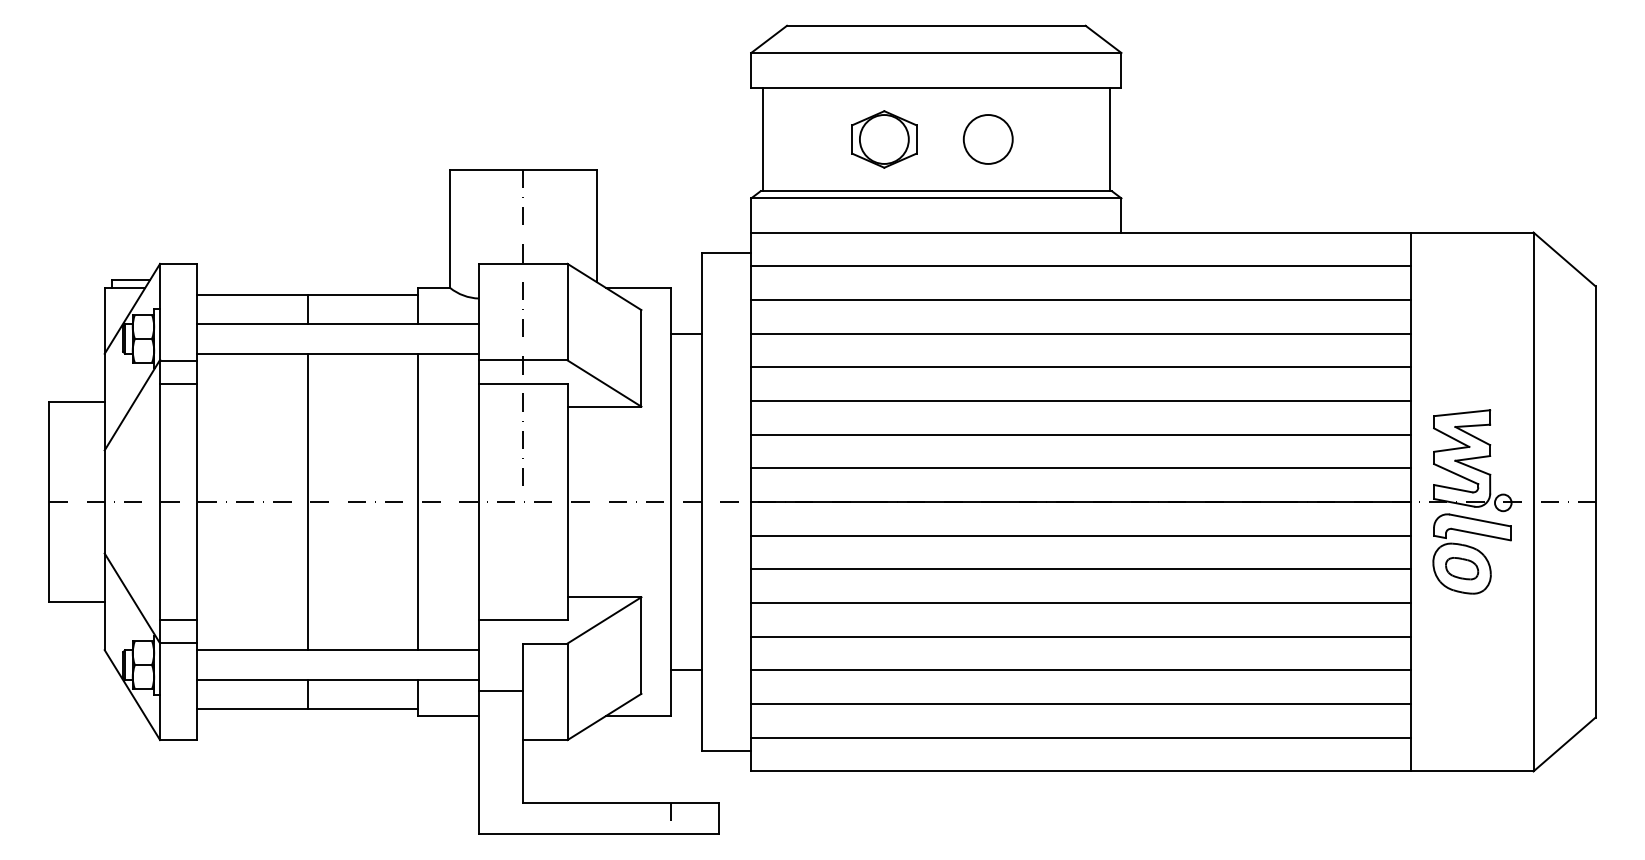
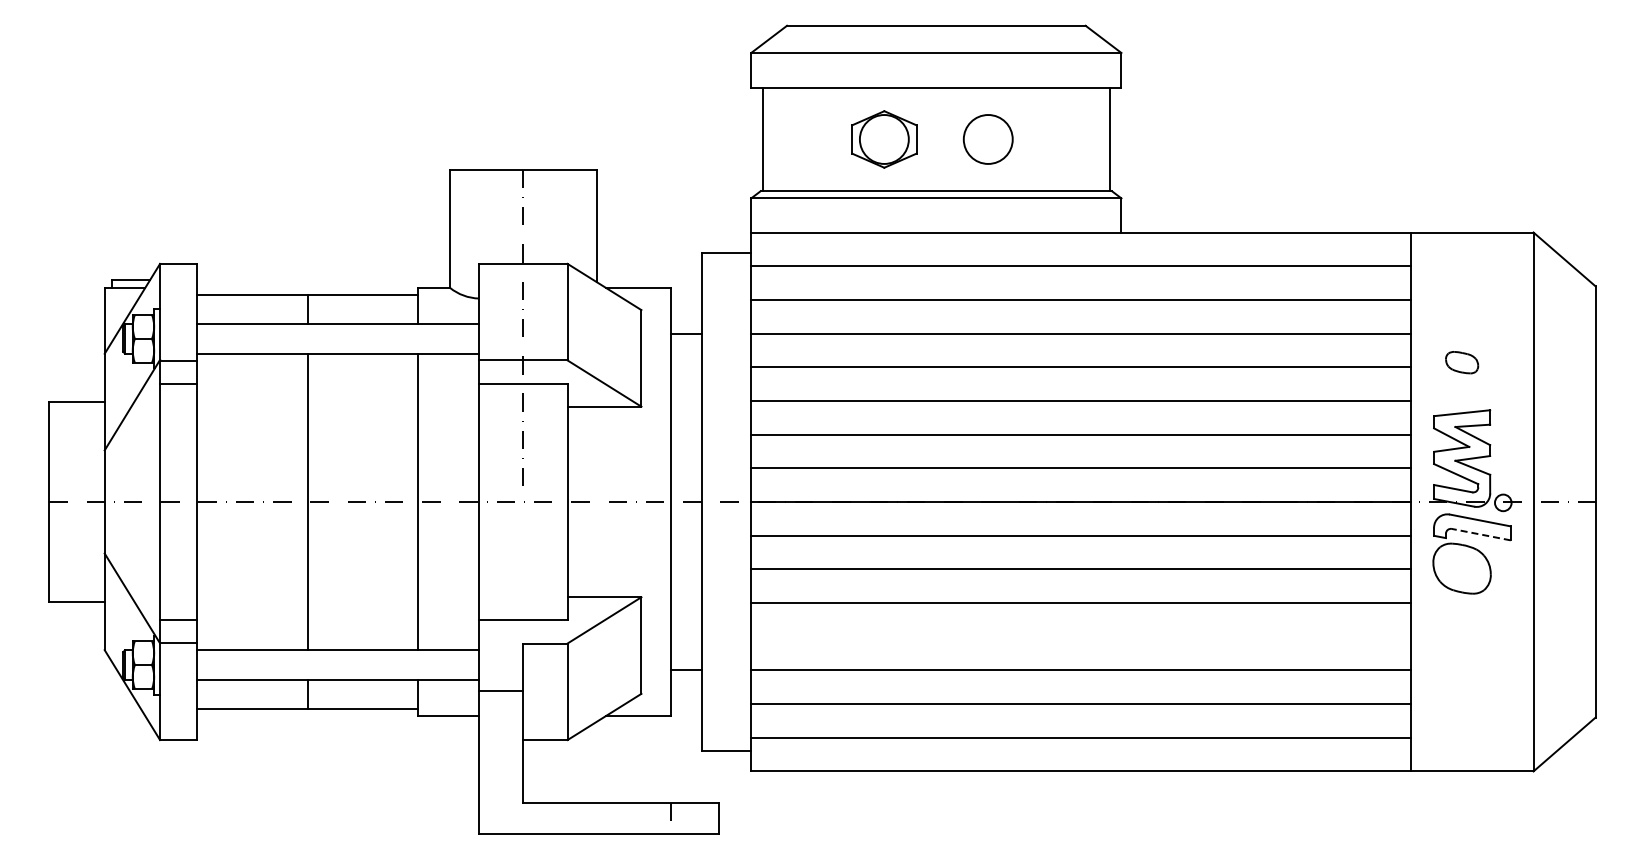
line at (1481, 534): solid -> dashed
part at (1462, 568) position: (1462, 568) -> (1462, 362)
line at (1081, 636): present -> none
